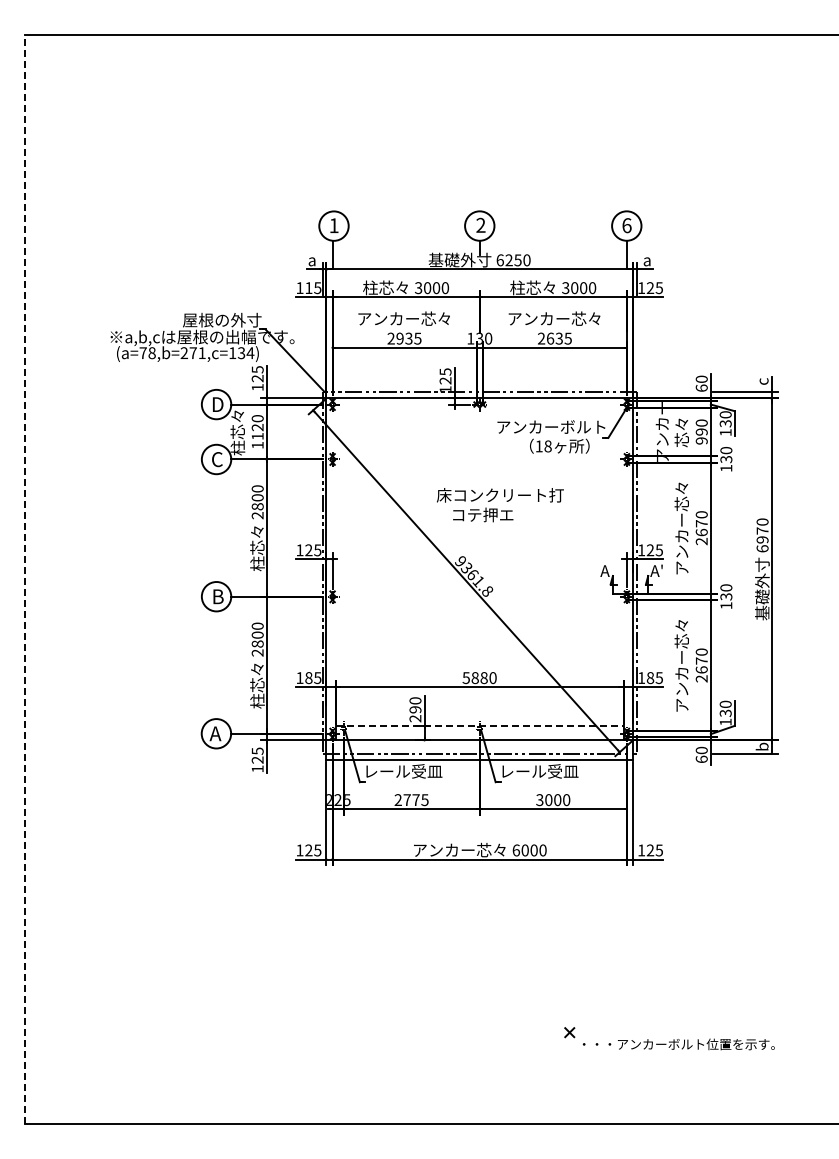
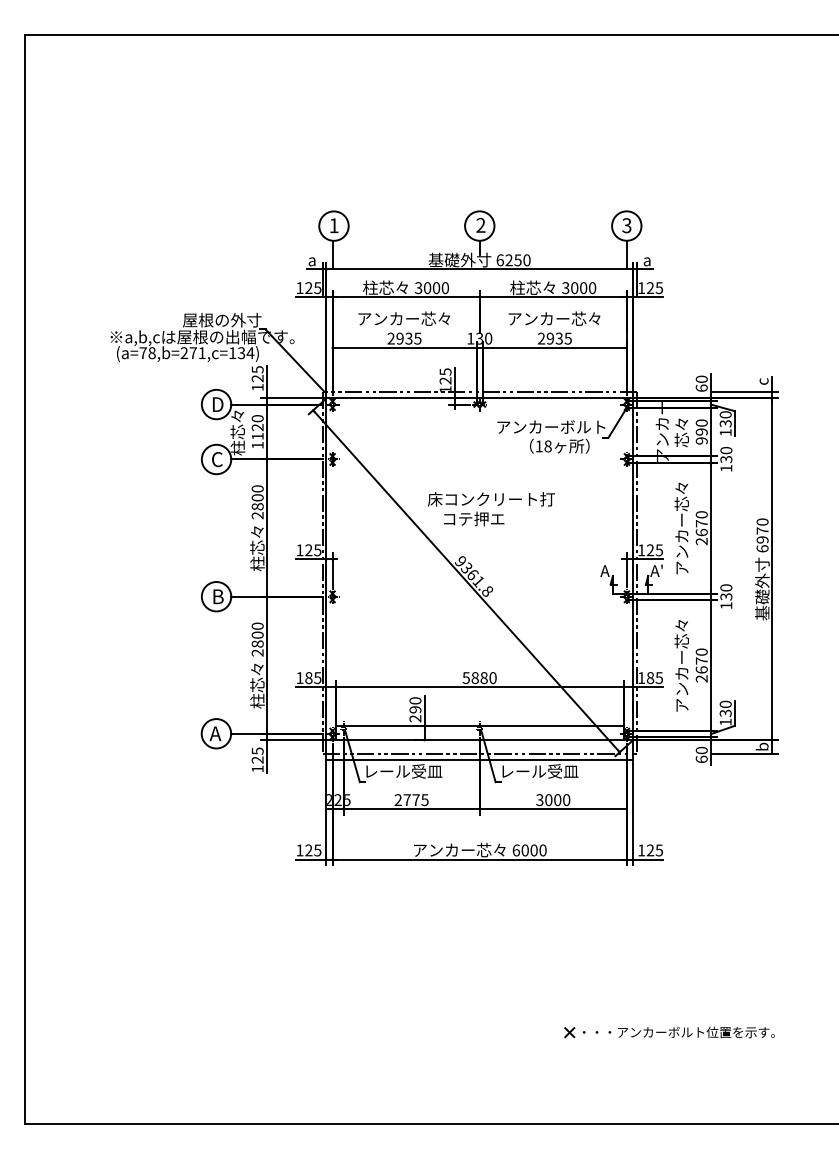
text at (626, 225): 6 -> 3
text at (308, 287): 115 -> 125
text at (550, 338): 2635 -> 2935
text at (500, 505) position: (500, 505) -> (491, 509)
line at (24, 579): dashed -> solid
line at (480, 726): dashed -> solid
text at (678, 1044) position: (678, 1044) -> (678, 1032)
